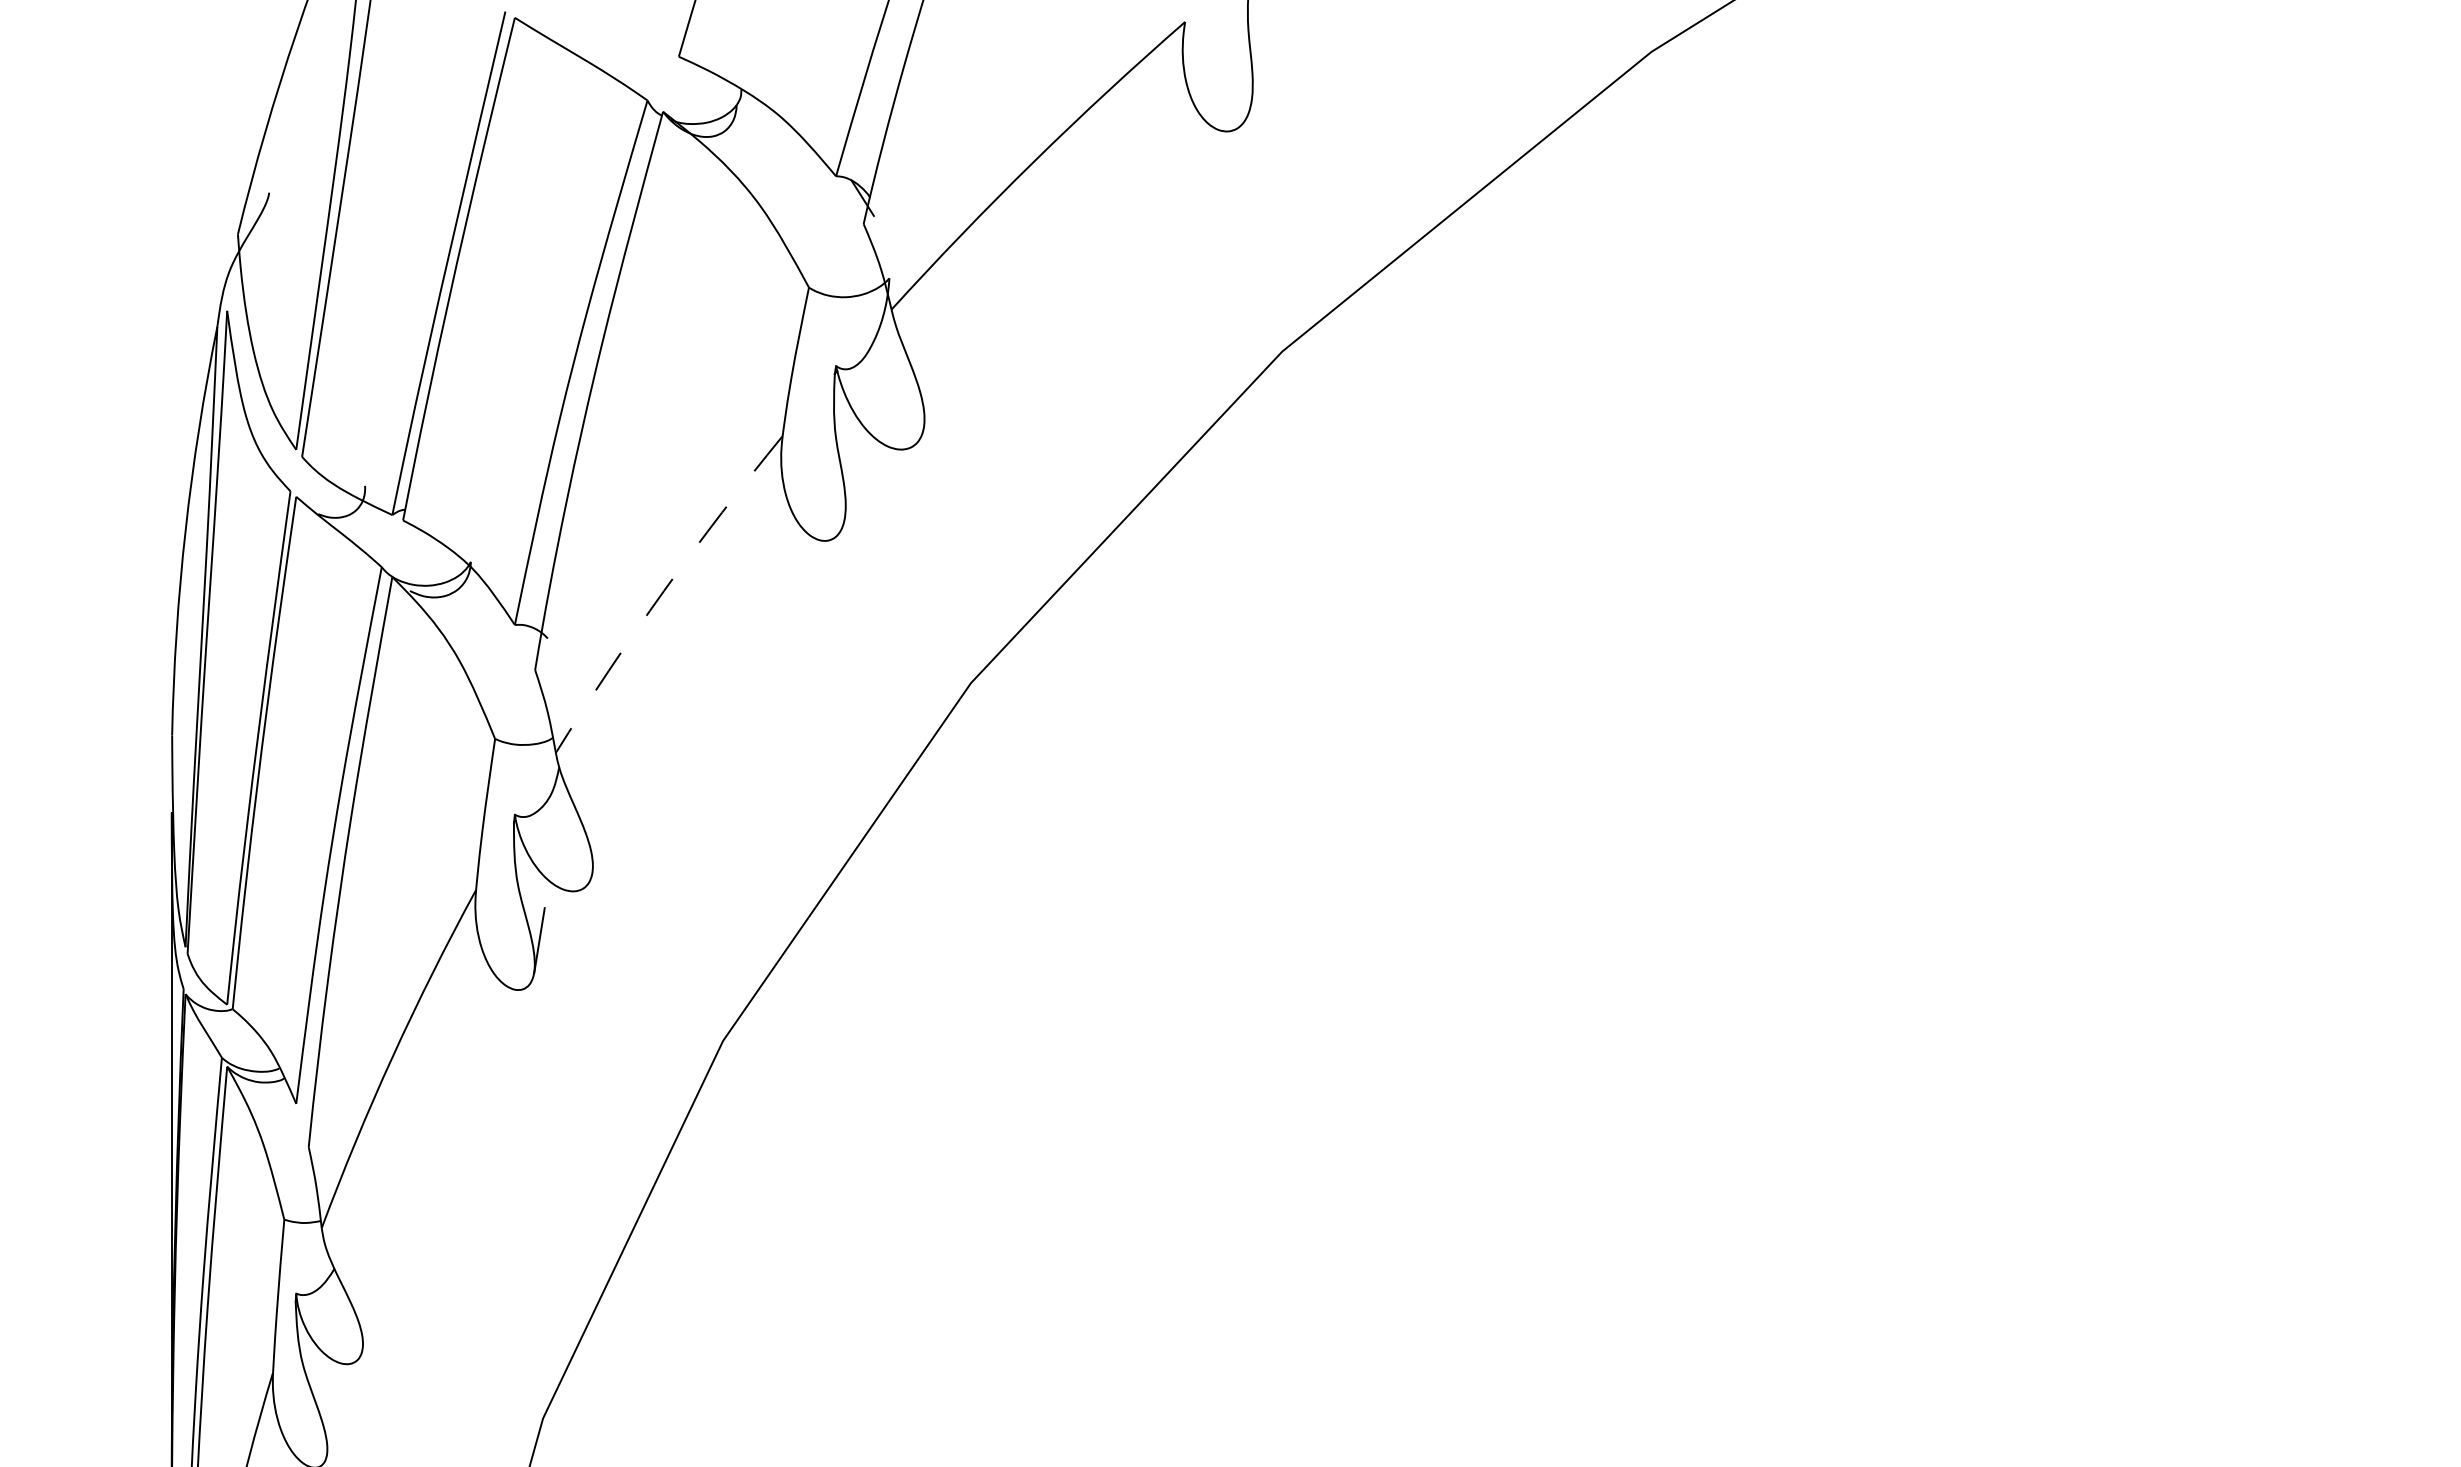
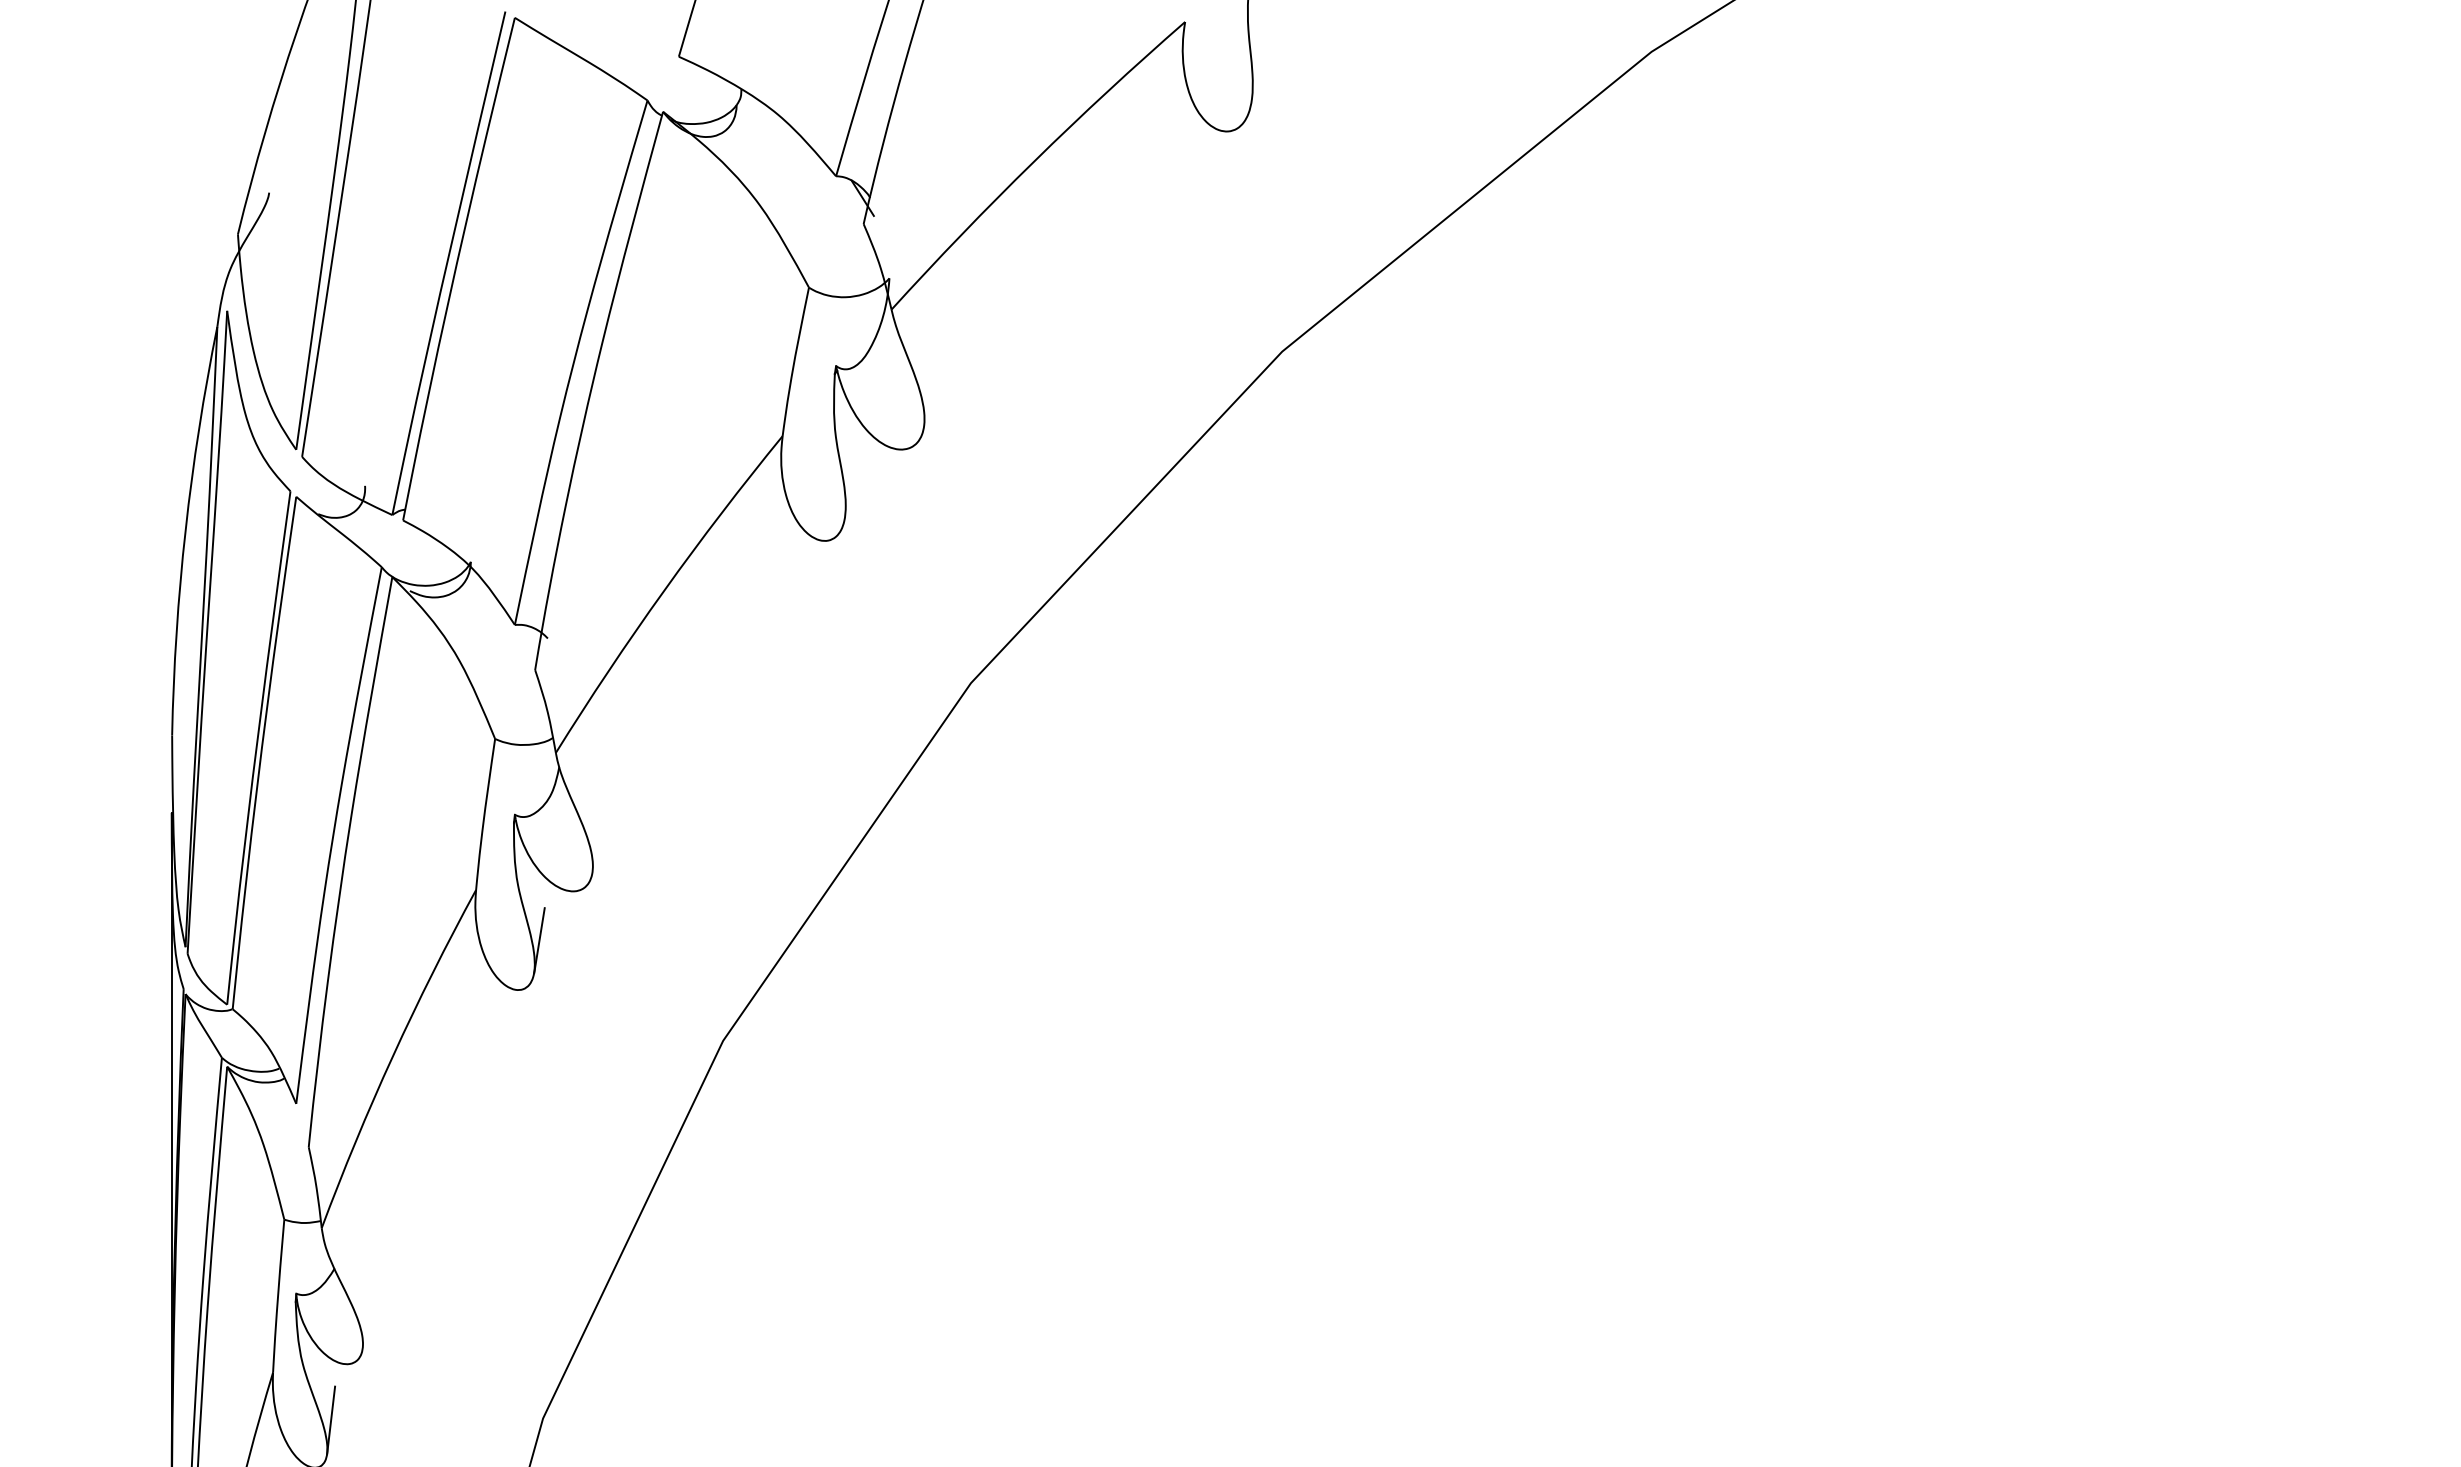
arc at (664, 590): dashed -> solid
line at (331, 1420): none -> present
